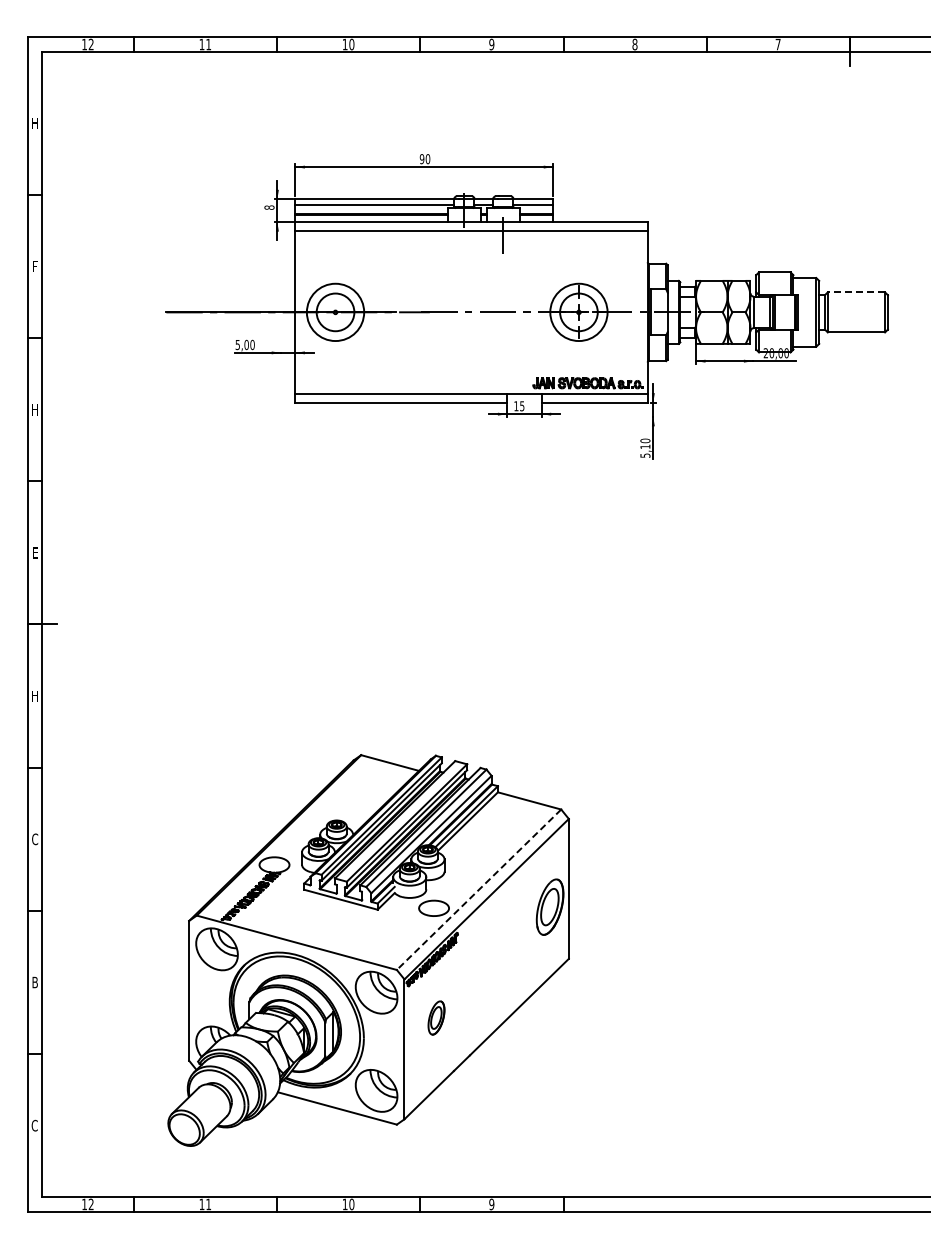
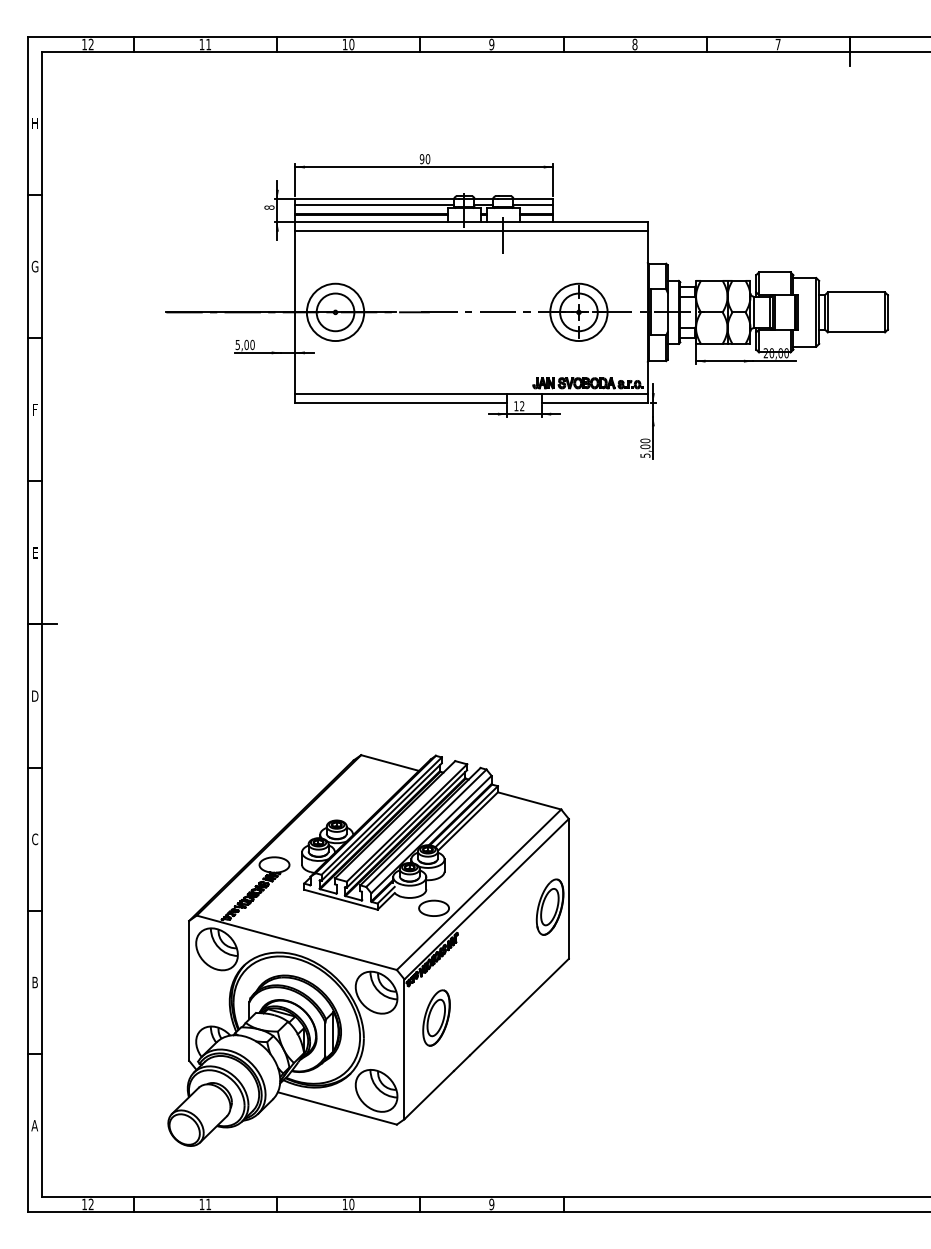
text at (34, 266): F -> G
line at (856, 292): dashed -> solid
text at (522, 406): 15 -> 12
text at (34, 409): H -> F
text at (645, 446): 5,10 -> 5,00
text at (35, 695): H -> D
line at (479, 889): dashed -> solid
part at (436, 1017) size: 19x36 px -> 29x58 px
text at (34, 1125): C -> A
